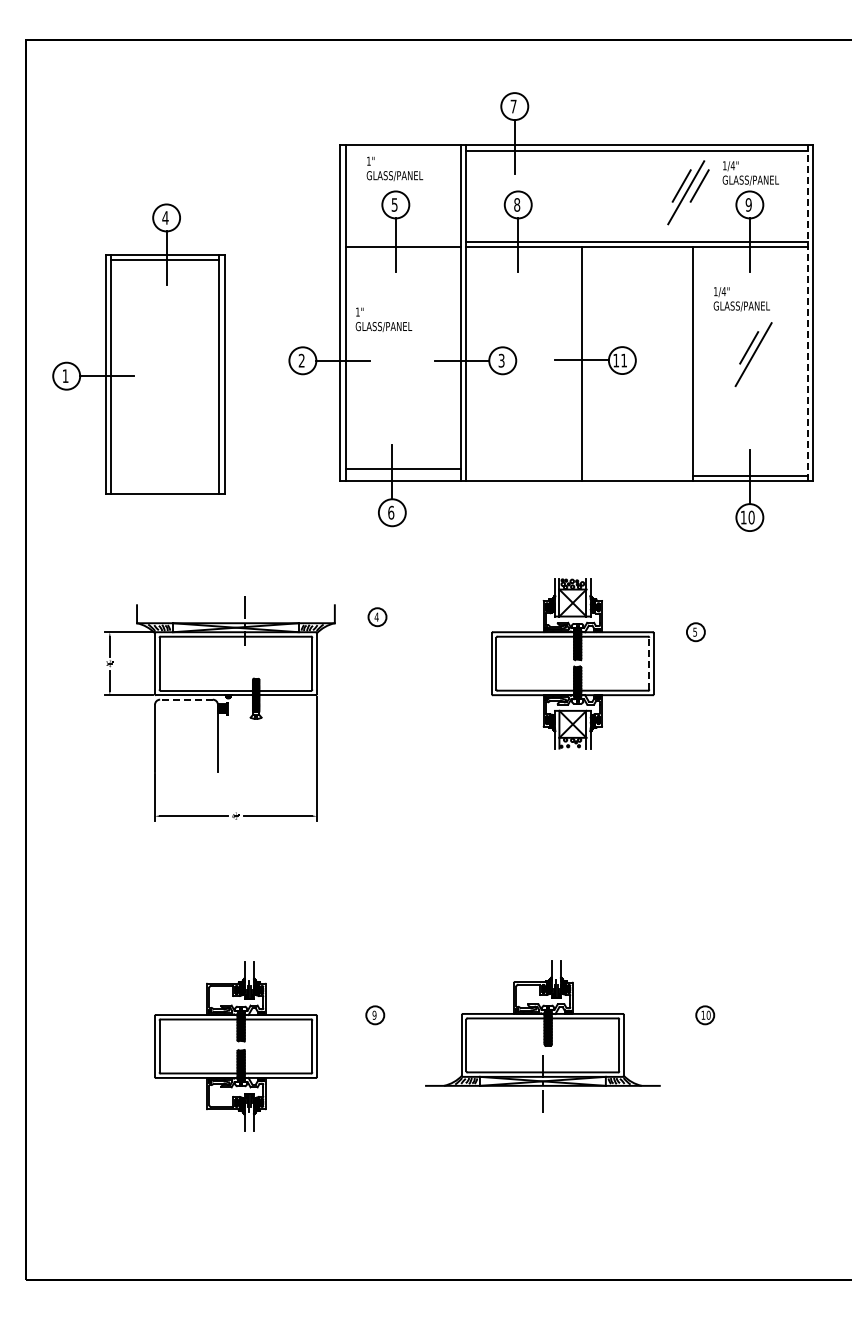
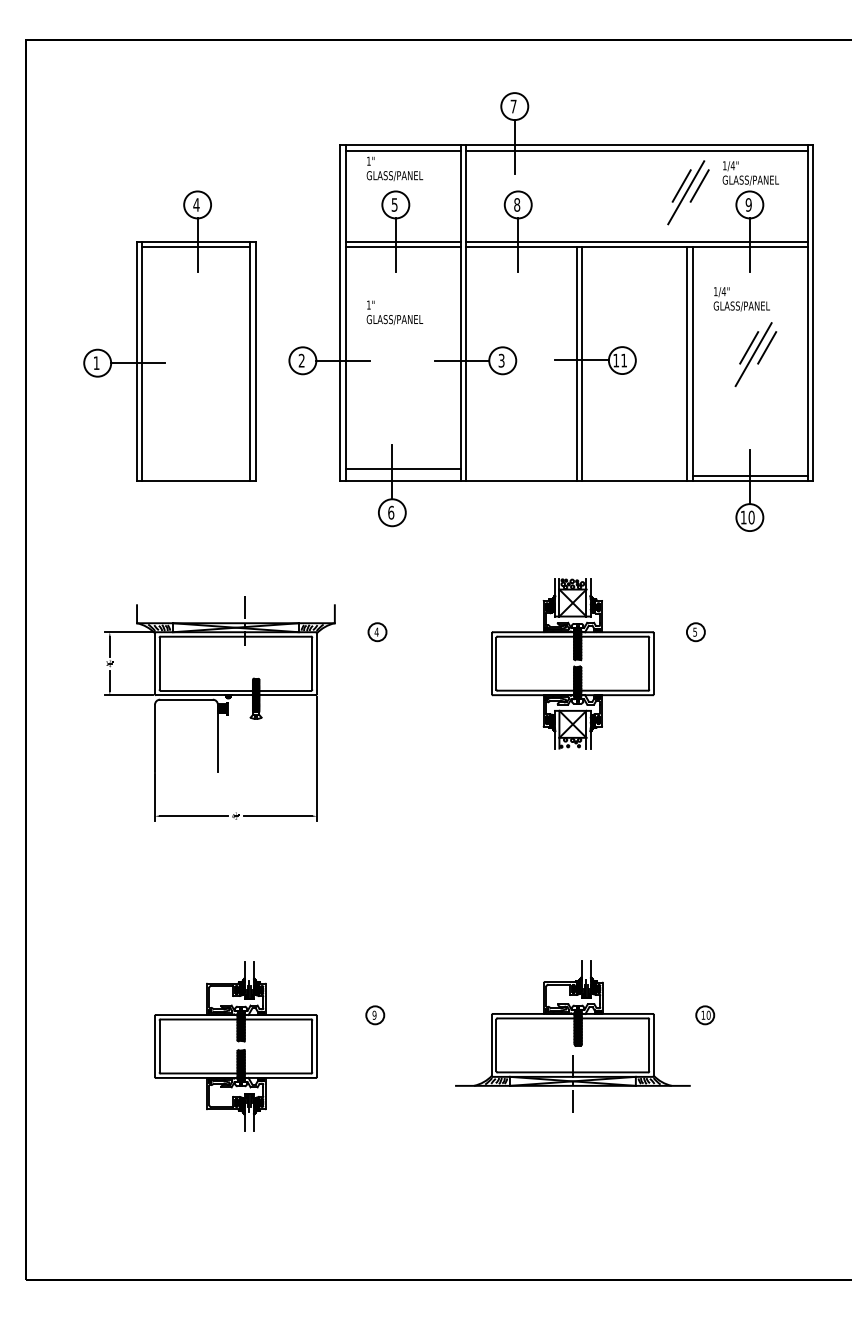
line at (402, 150): none -> present
line at (402, 242): none -> present
line at (807, 313): dashed -> solid
text at (383, 319) position: (383, 319) -> (394, 312)
line at (767, 347): none -> present
part at (138, 348) position: (138, 348) -> (169, 335)
line at (576, 364): none -> present
line at (687, 364): none -> present
part at (377, 617) position: (377, 617) -> (377, 632)
line at (649, 663): dashed -> solid
line at (185, 699): dashed -> solid
part at (542, 1036) position: (542, 1036) -> (572, 1036)
